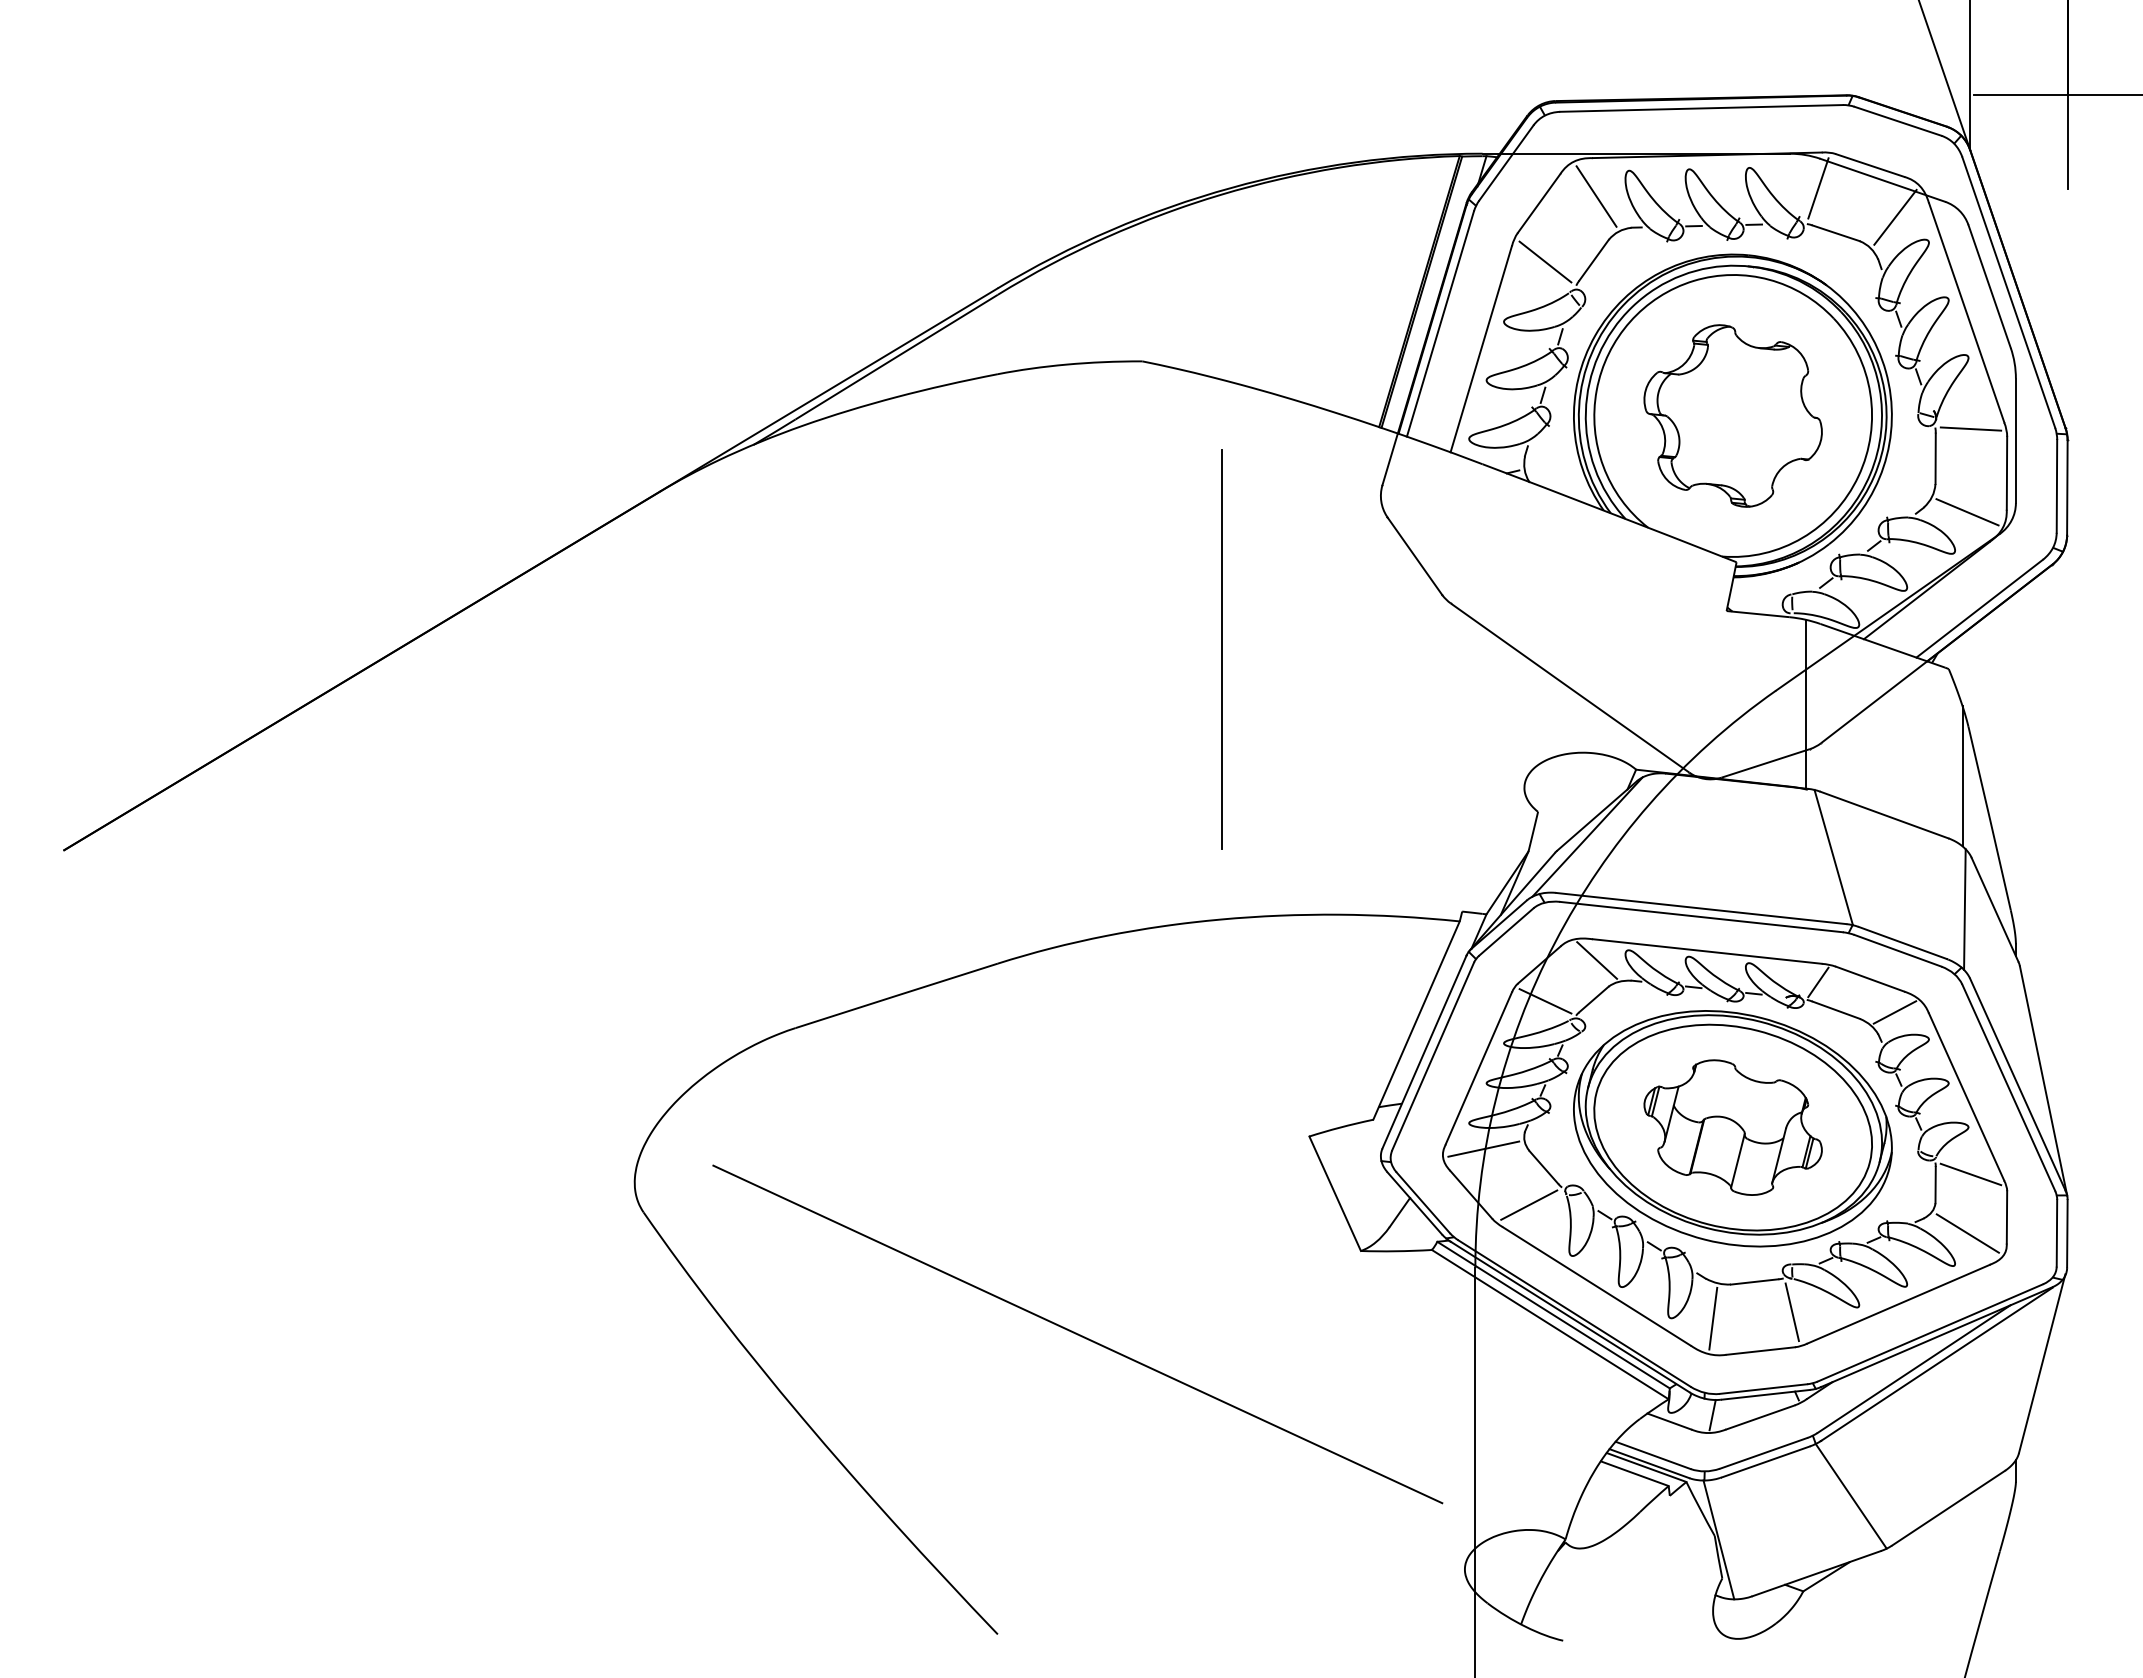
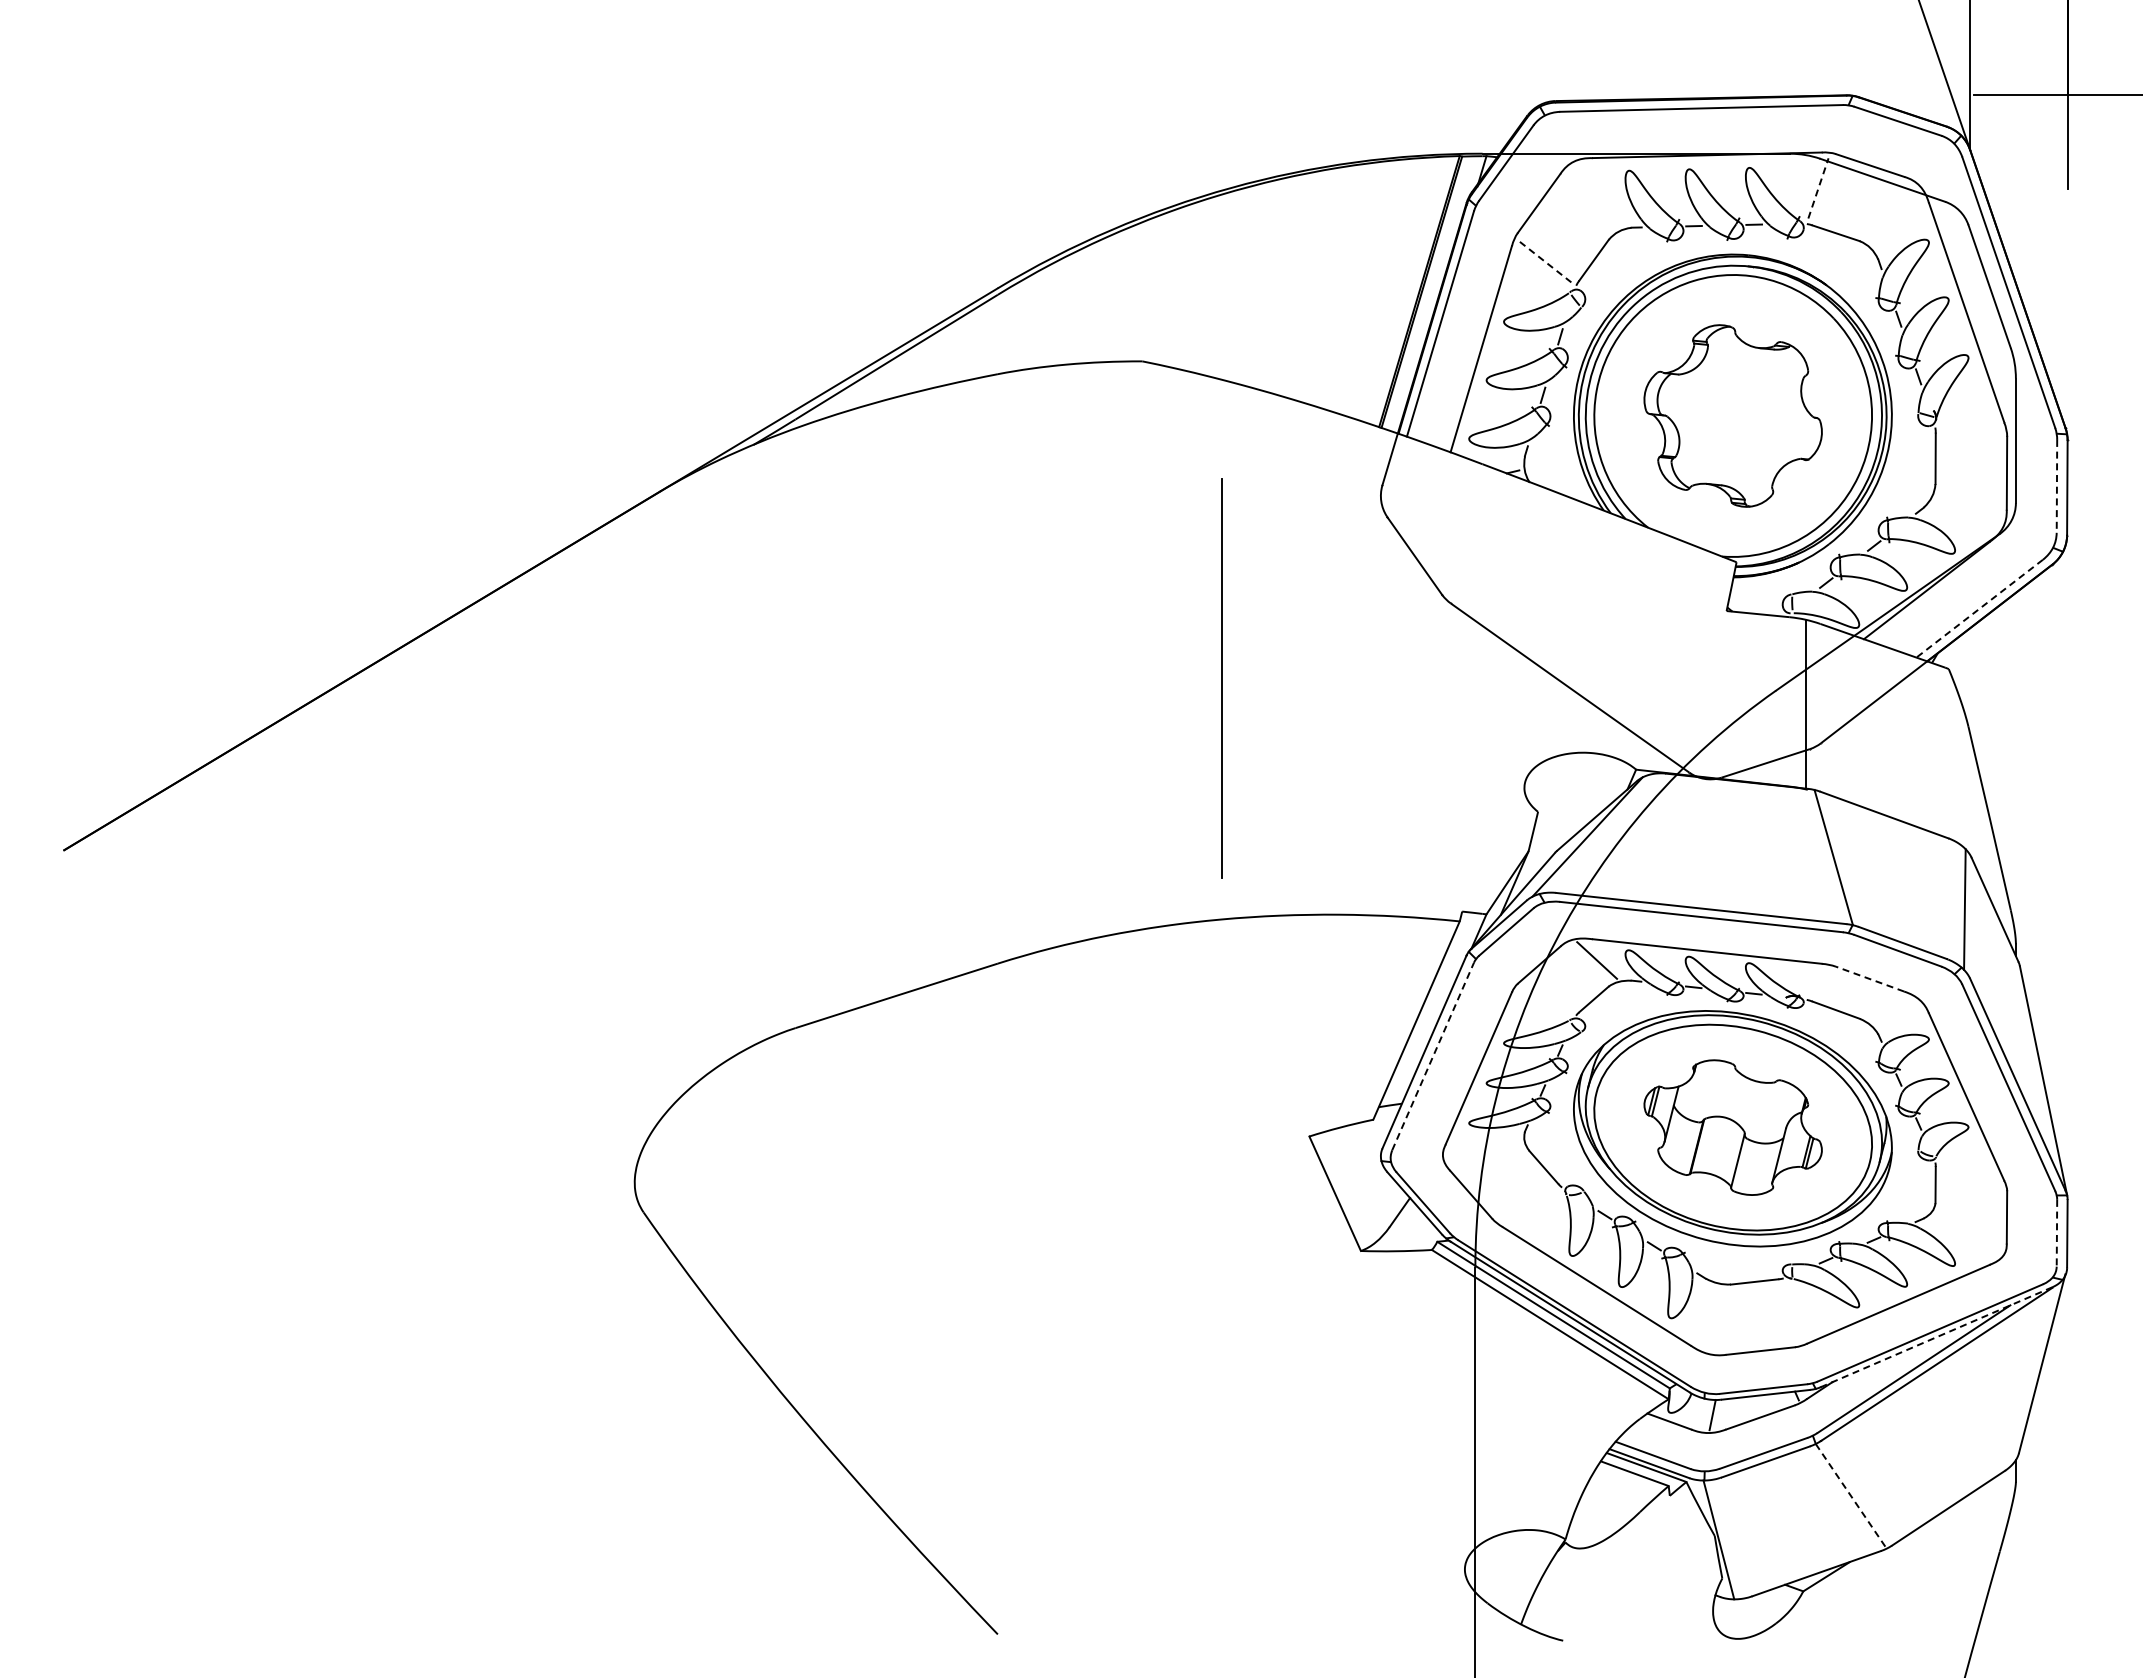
line at (1818, 188): solid -> dashed
line at (1596, 196): present -> none
line at (1895, 216): present -> none
line at (1545, 262): solid -> dashed
line at (1970, 428): present -> none
line at (2056, 486): solid -> dashed
line at (1967, 512): present -> none
line at (1979, 608): solid -> dashed
line at (1221, 649) position: (1221, 649) -> (1221, 678)
line at (1962, 776): present -> none
line at (1869, 978): solid -> dashed
line at (1818, 982): present -> none
line at (1545, 1001): present -> none
line at (1894, 1012): present -> none
line at (1433, 1056): solid -> dashed
line at (1483, 1148): present -> none
line at (1970, 1174): present -> none
line at (1529, 1204): present -> none
line at (1967, 1233): present -> none
line at (2056, 1233): solid -> dashed
line at (1791, 1312): present -> none
line at (1713, 1318): present -> none
line at (1077, 1334): present -> none
line at (1936, 1337): solid -> dashed
line at (1851, 1496): solid -> dashed
